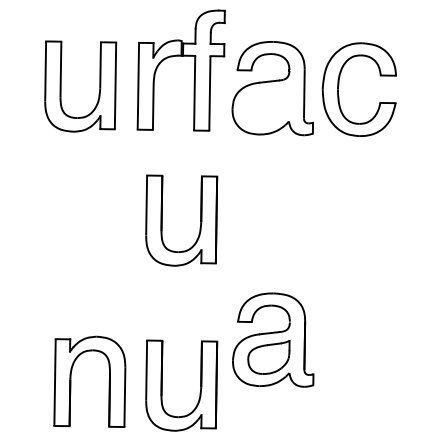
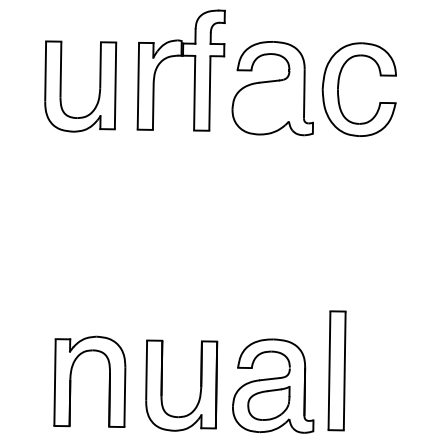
part at (162, 220): present -> none
part at (273, 339) position: (273, 339) -> (273, 385)
part at (336, 370): none -> present
